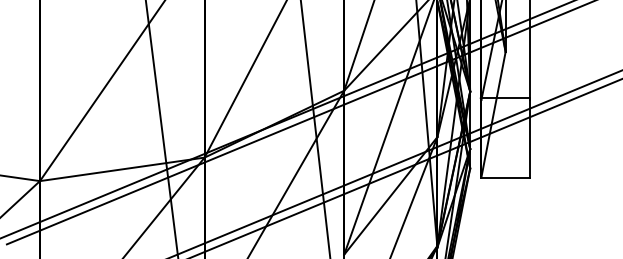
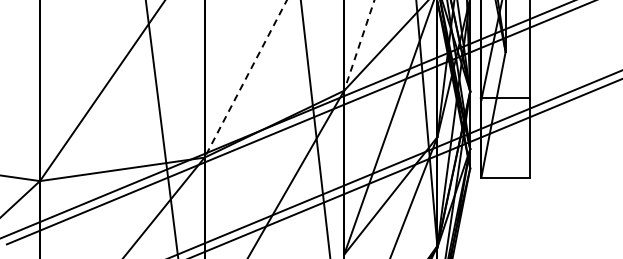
line at (359, 46): solid -> dashed
line at (245, 79): solid -> dashed
